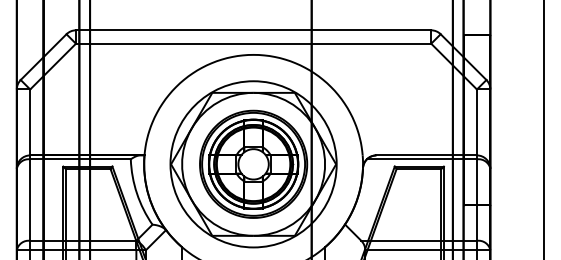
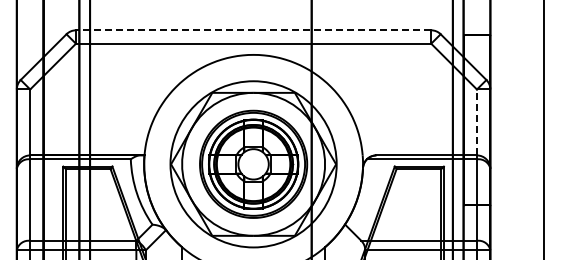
line at (253, 30): solid -> dashed
line at (476, 122): solid -> dashed
